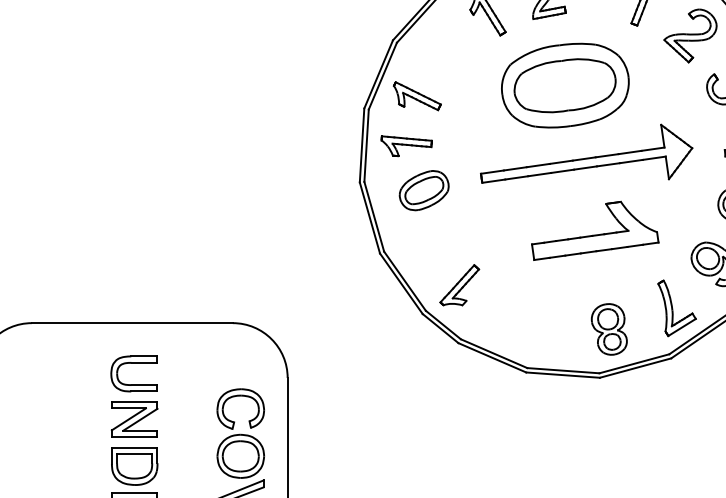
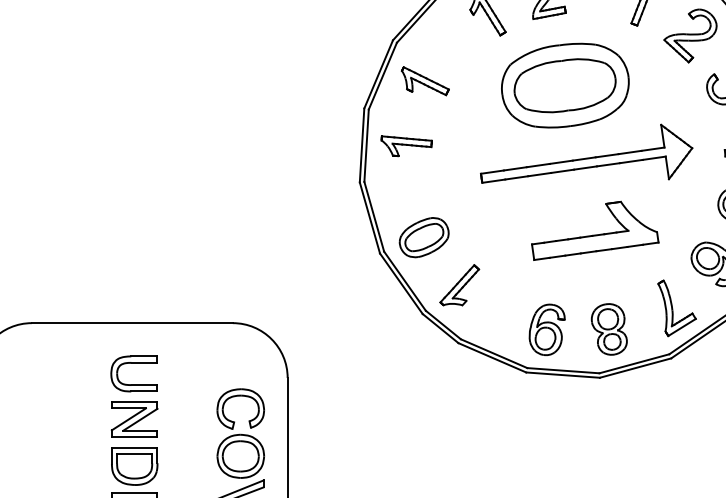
part at (416, 96) position: (416, 96) -> (424, 81)
part at (423, 190) position: (423, 190) -> (423, 237)
part at (546, 329): none -> present
